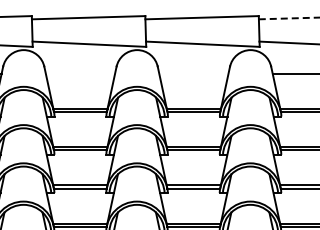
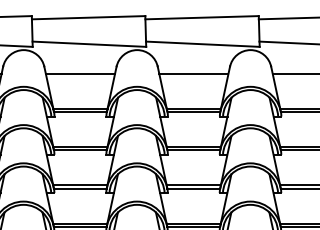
line at (289, 18): dashed -> solid
line at (80, 73): none -> present
line at (193, 73): none -> present
